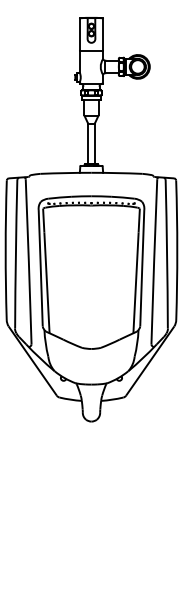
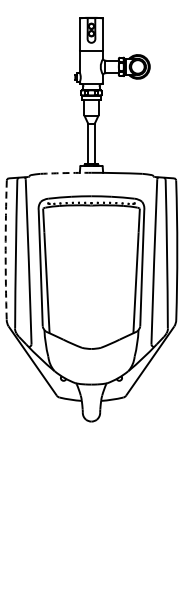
arc at (65, 173): solid -> dashed
arc at (5, 250): solid -> dashed
